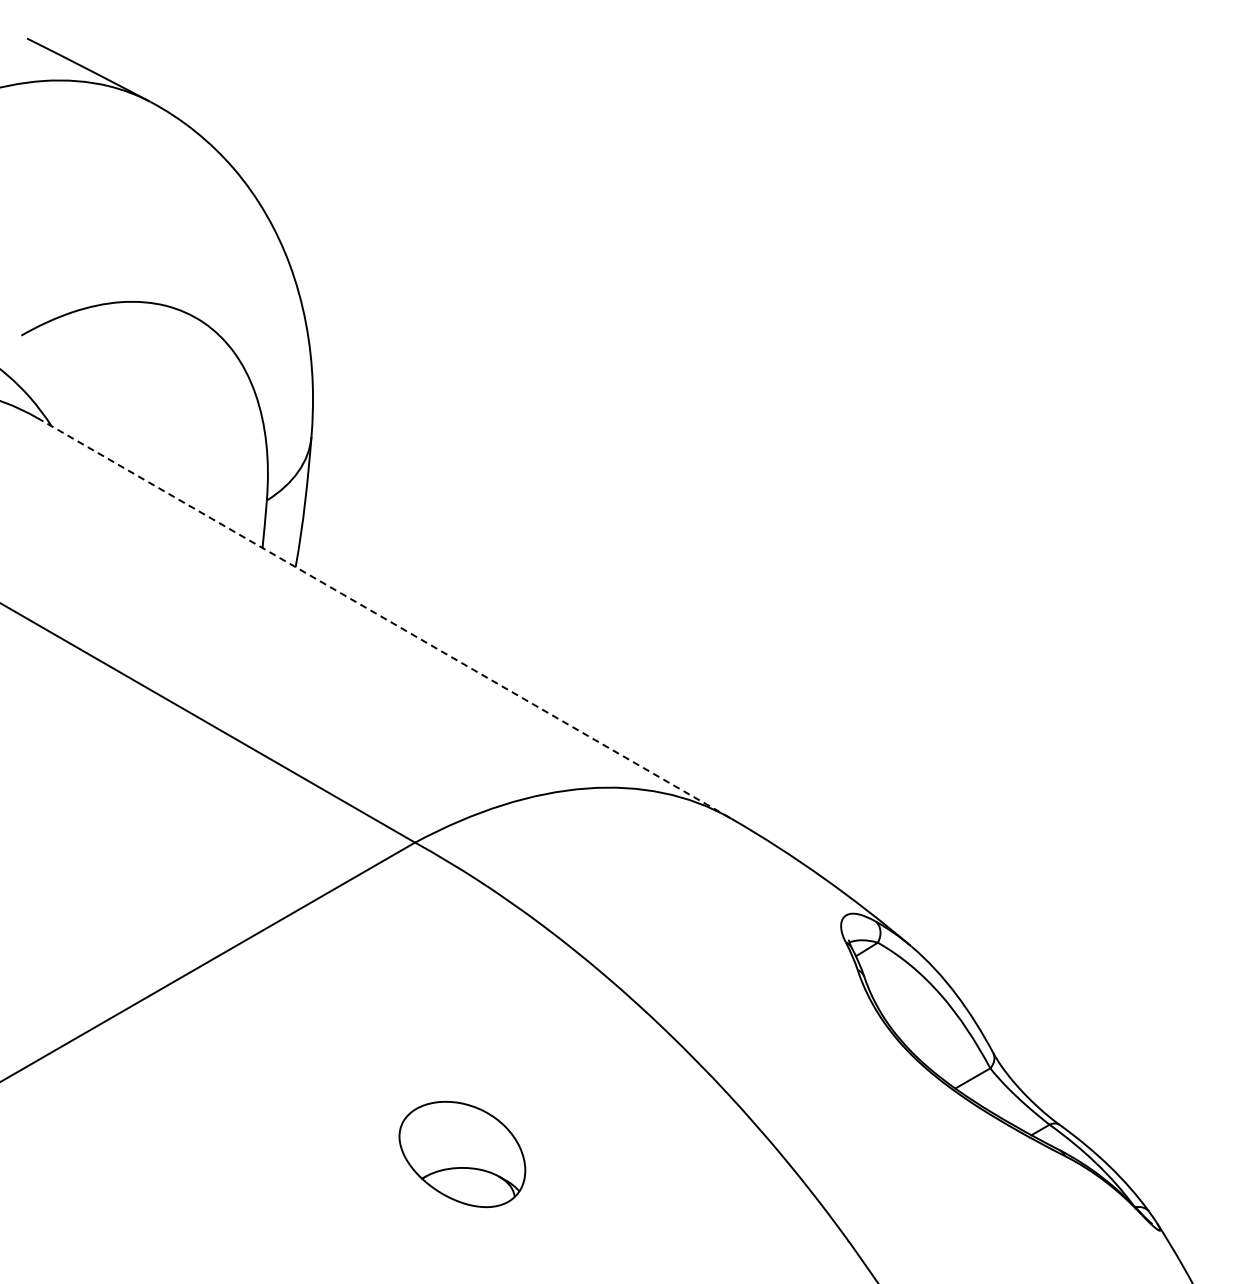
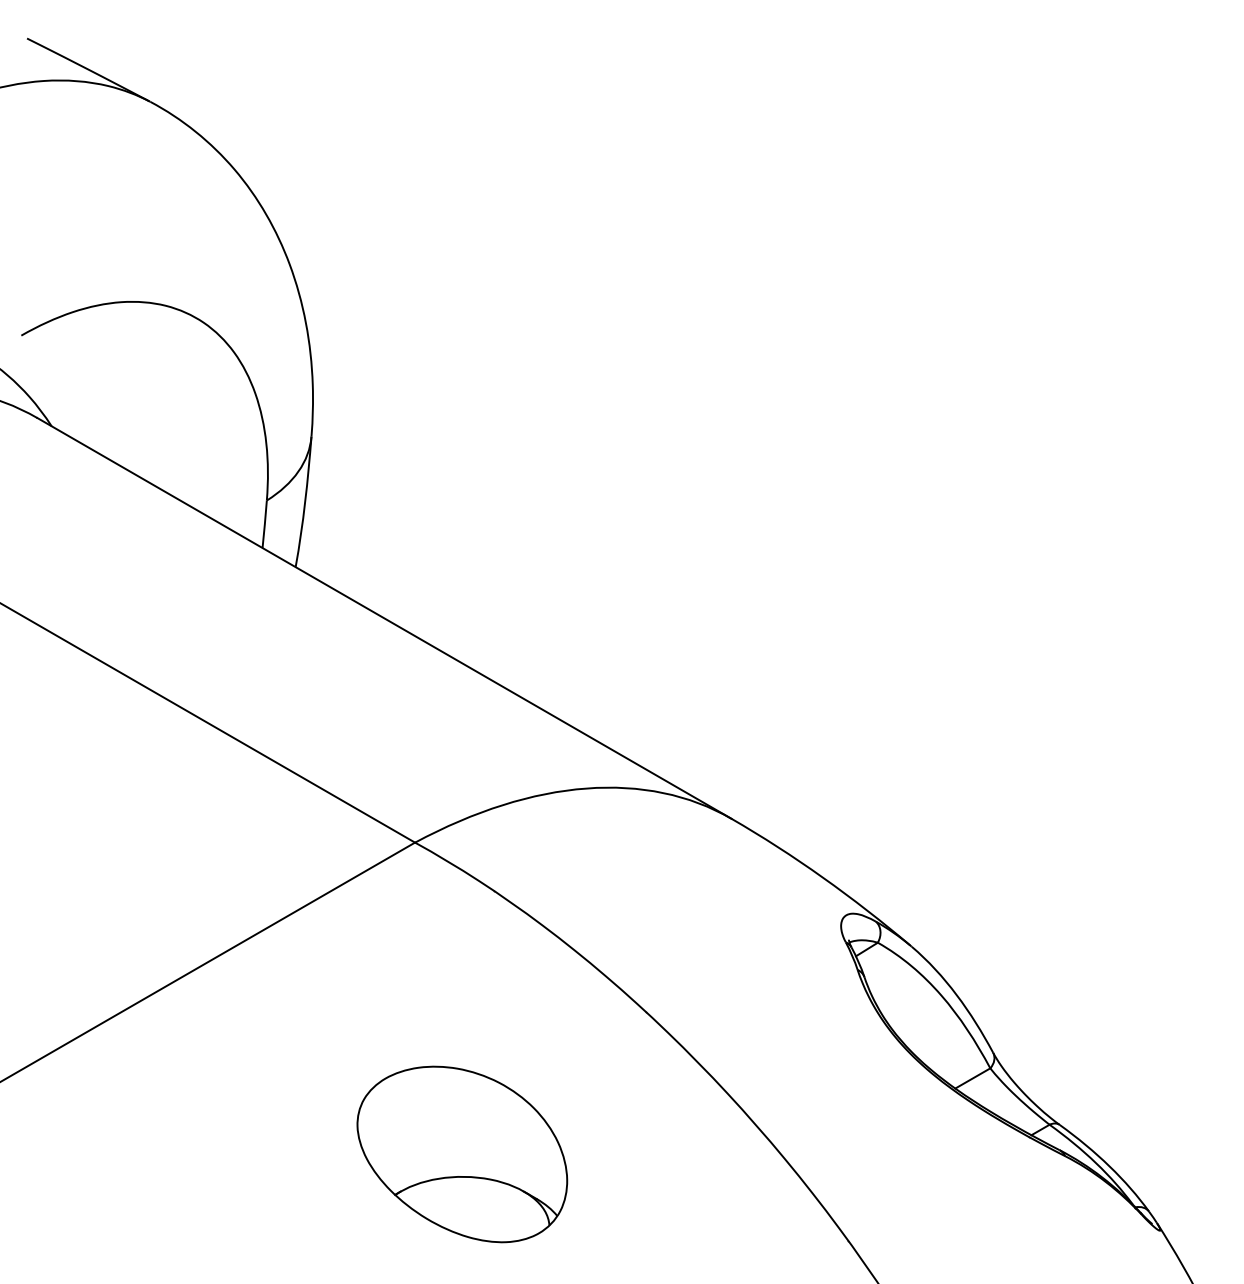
line at (384, 618): dashed -> solid
part at (462, 1154) size: 129x109 px -> 213x179 px
